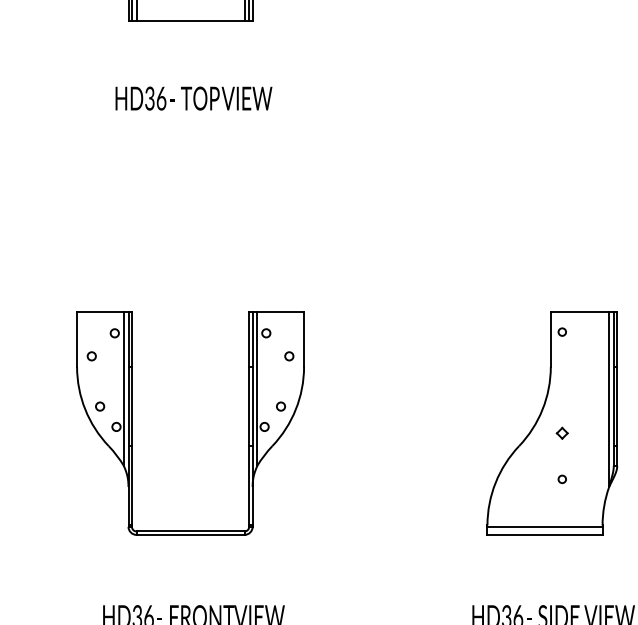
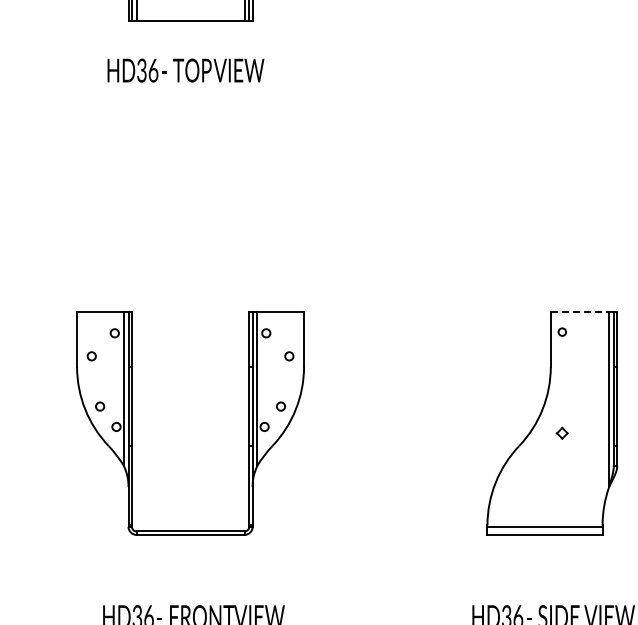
text at (193, 98) position: (193, 98) -> (185, 70)
line at (580, 312): solid -> dashed
circle at (561, 478): present -> none
